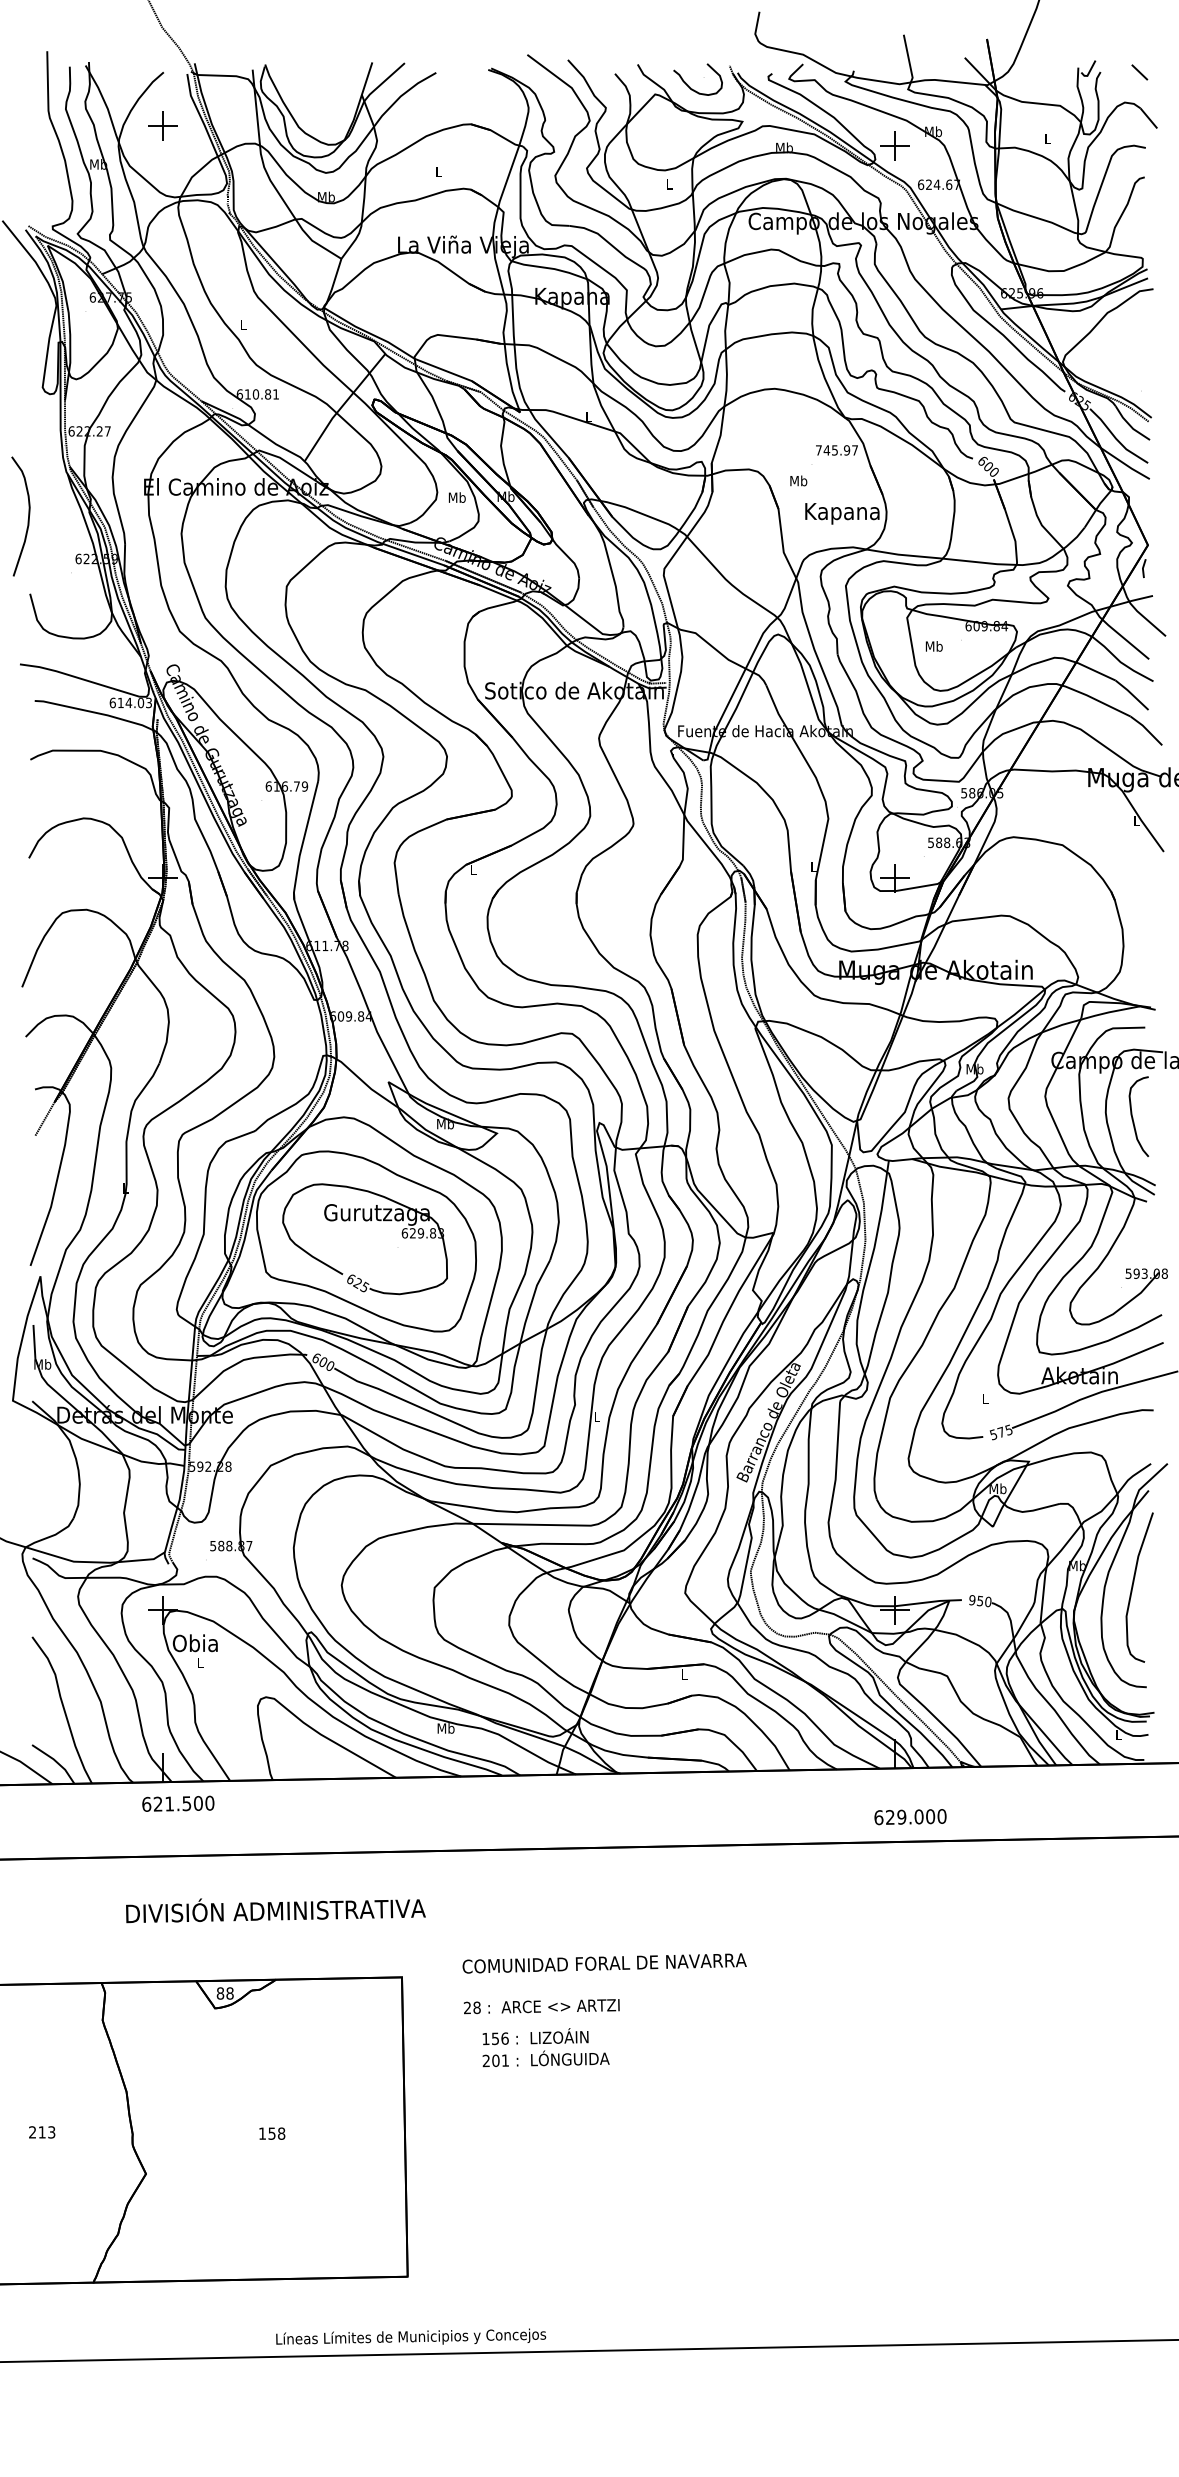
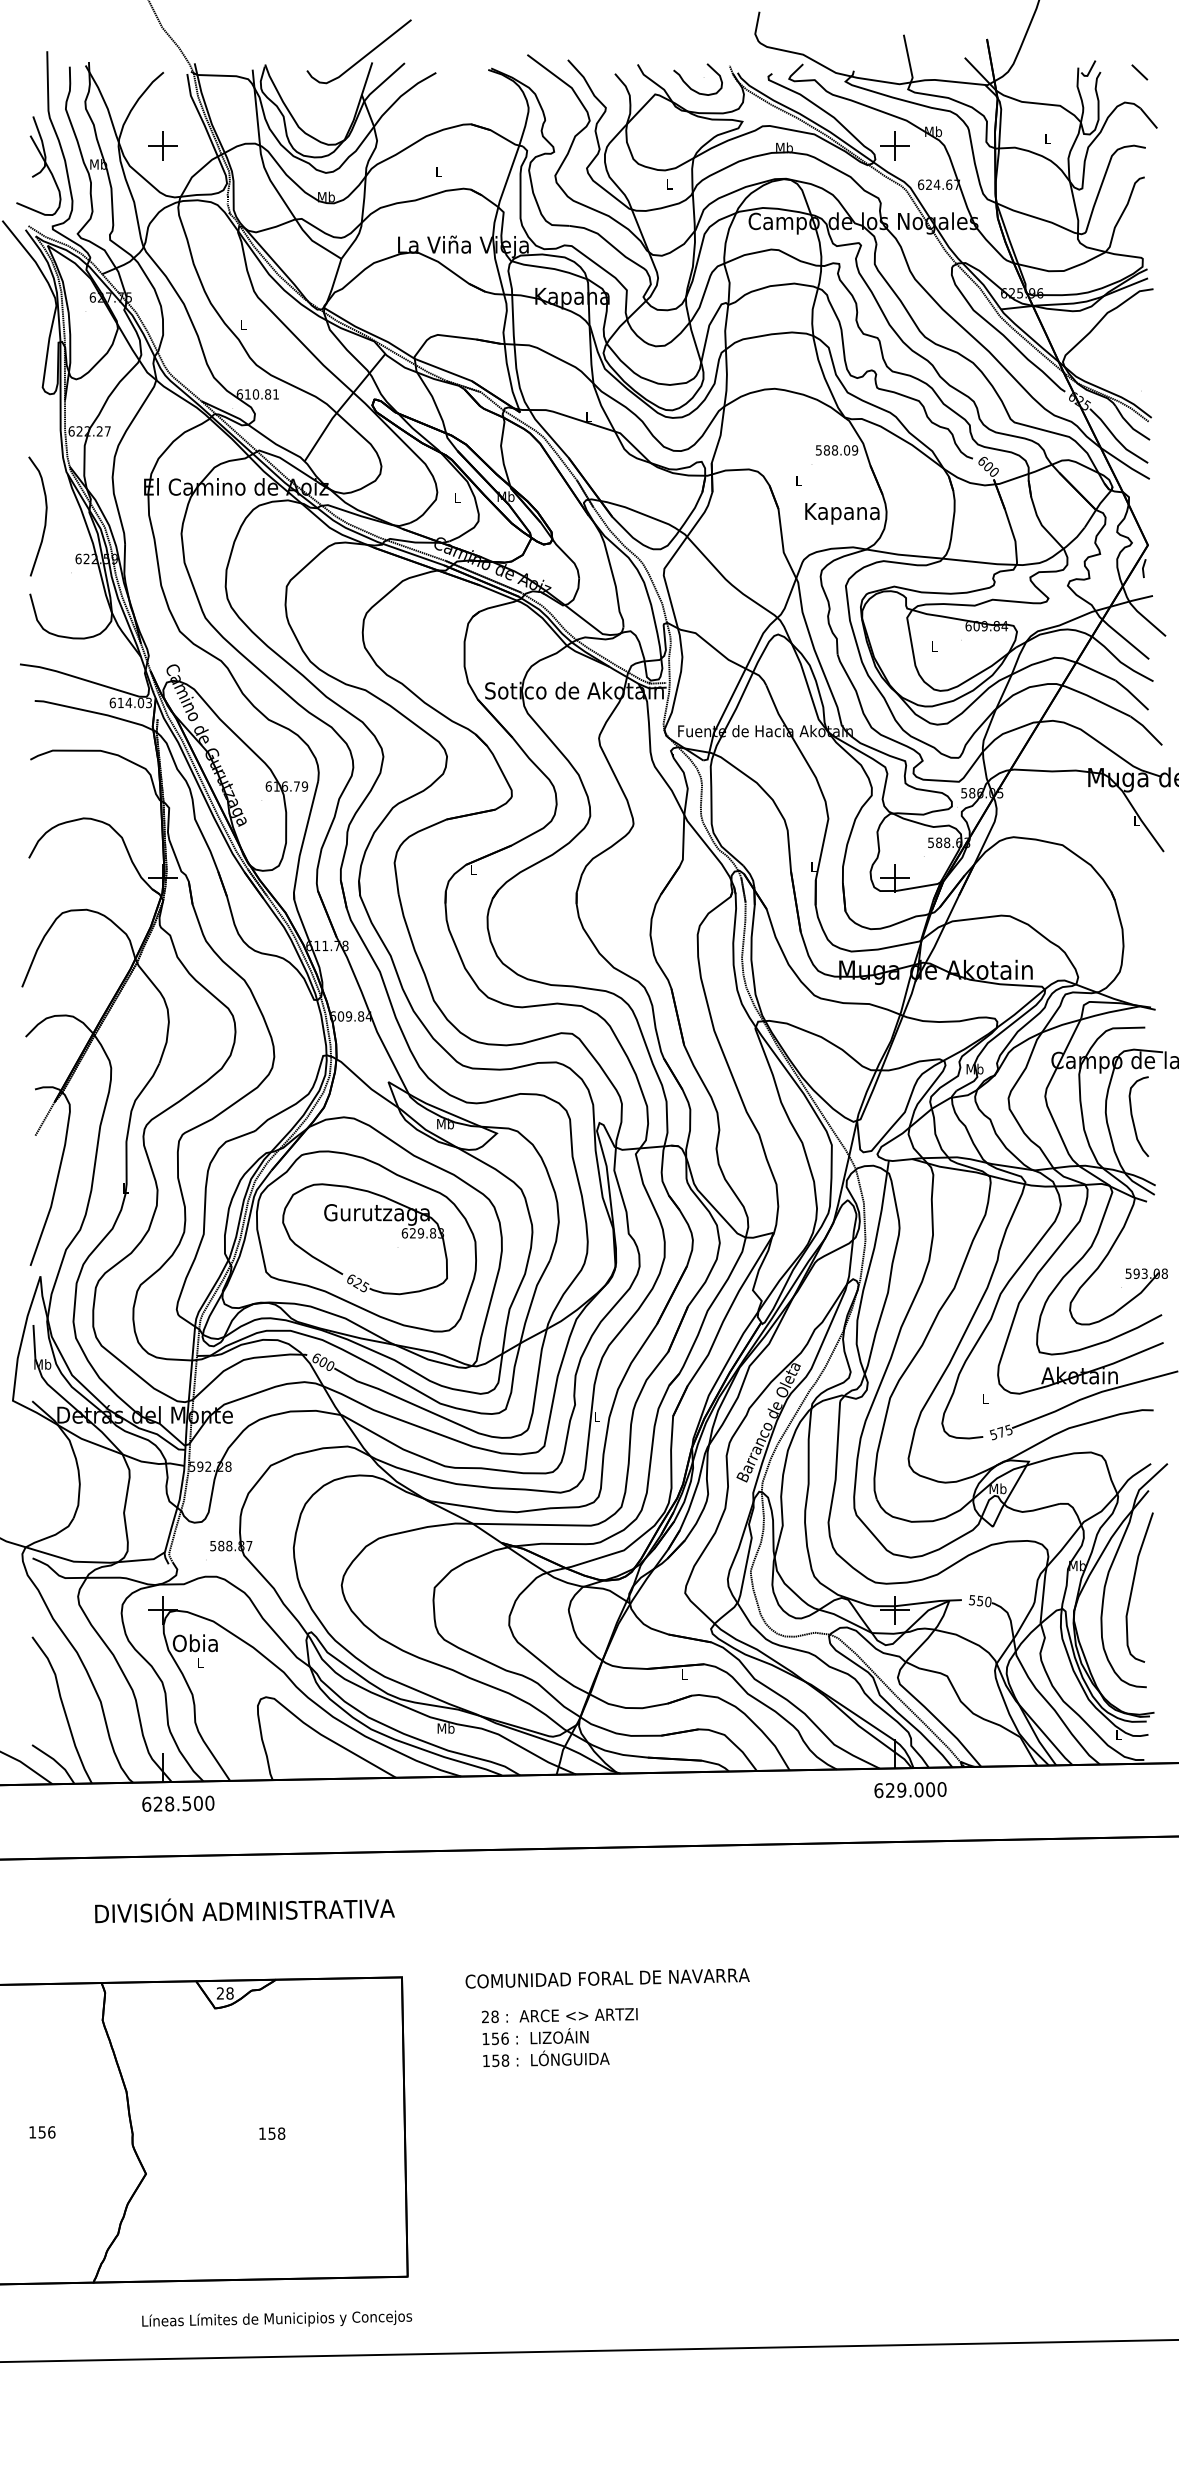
curve at (363, 56): none -> present
part at (162, 125) position: (162, 125) -> (162, 145)
part at (38, 165): none -> present
text at (836, 450): 745.97 -> 588.09
text at (798, 480): Mb -> L
text at (456, 497): Mb -> L
curve at (28, 516) position: (28, 516) -> (45, 516)
text at (933, 646): Mb -> L
text at (971, 1600): 950 -> 550
text at (169, 1803): 621.500 -> 628.500
text at (910, 1817) position: (910, 1817) -> (910, 1790)
text at (275, 1910) position: (275, 1910) -> (244, 1910)
text at (604, 1963) position: (604, 1963) -> (607, 1978)
text at (220, 1993): 88 -> 28
text at (541, 2006) position: (541, 2006) -> (559, 2015)
text at (495, 2060): 201 -> 158
text at (42, 2132): 213 -> 156
text at (411, 2336) position: (411, 2336) -> (277, 2318)
